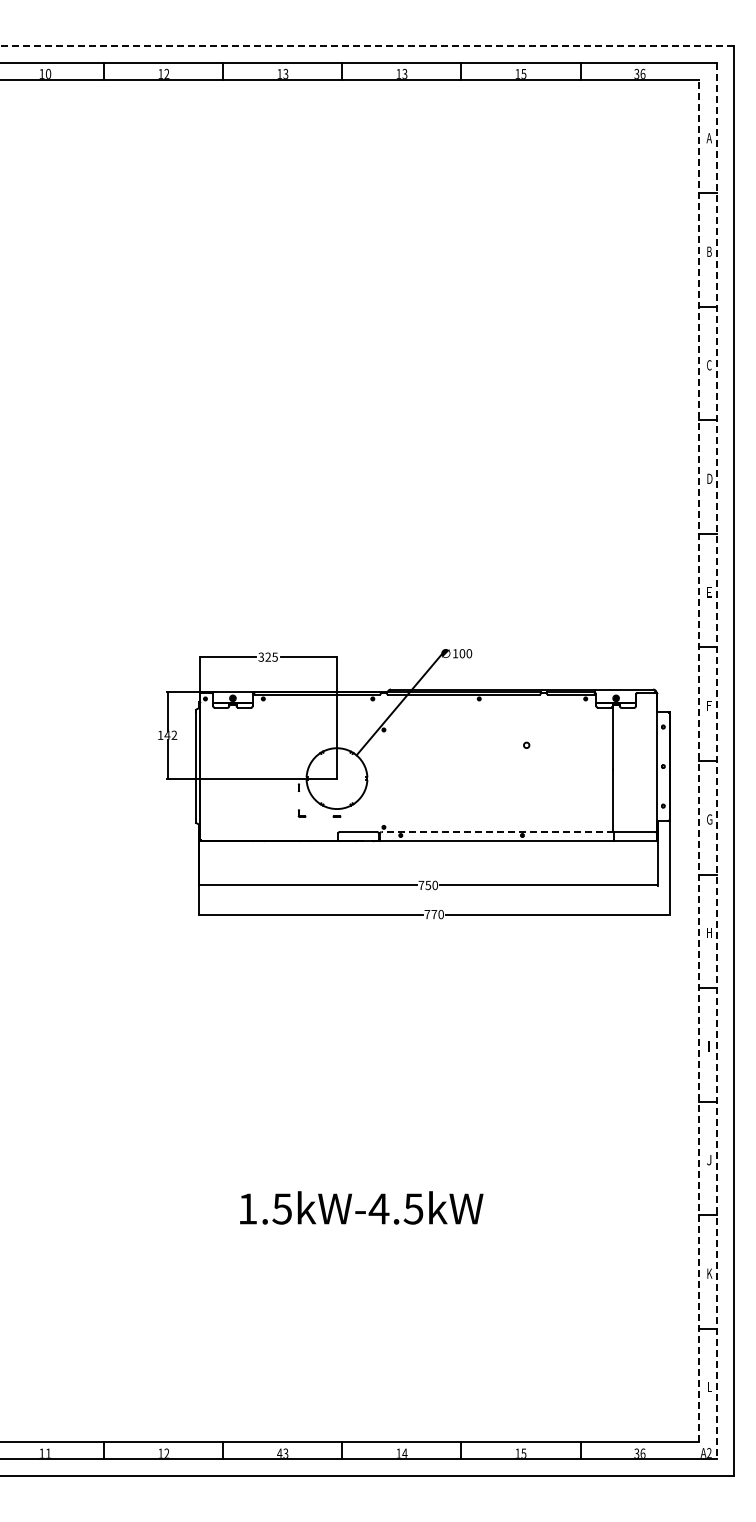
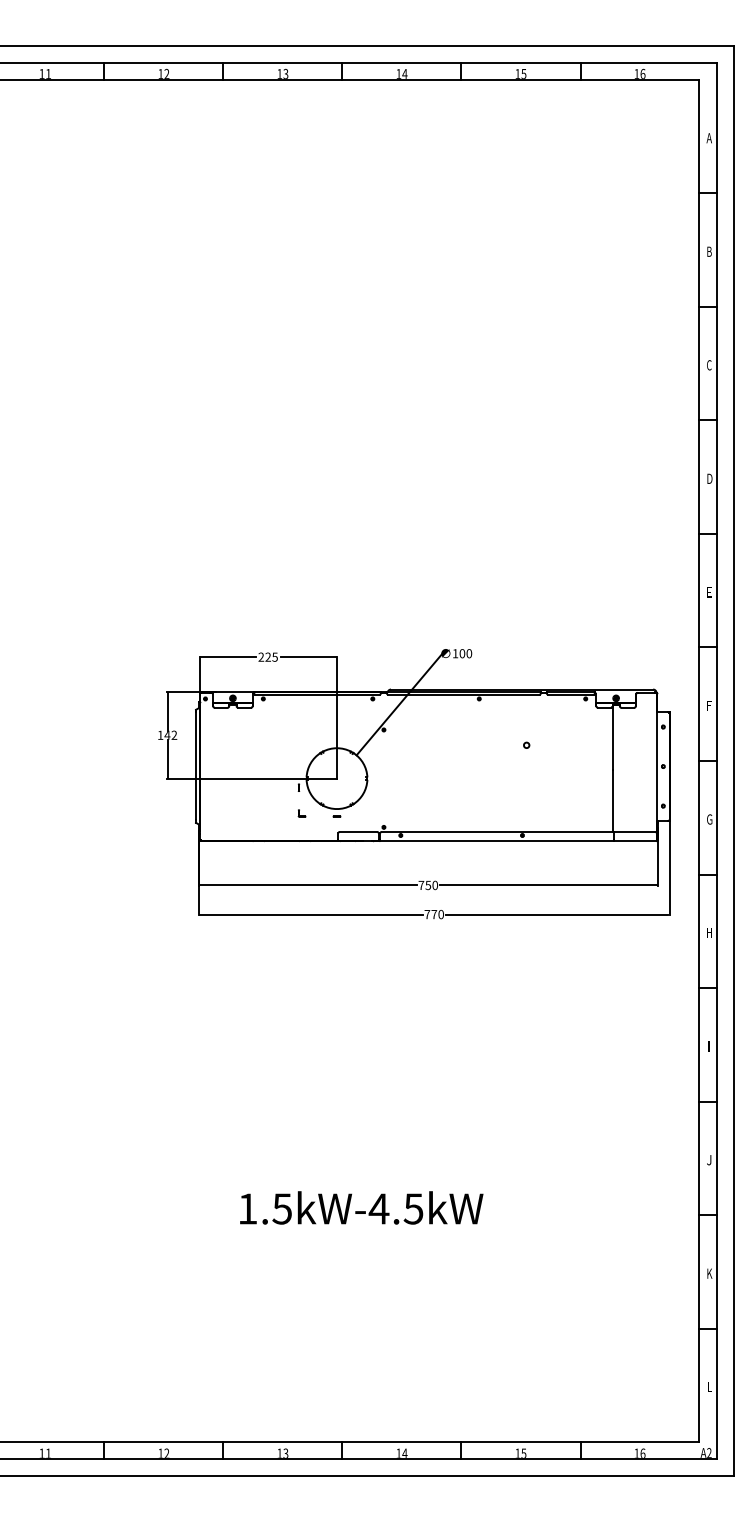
line at (366, 45): dashed -> solid
text at (48, 73): 10 -> 11
text at (404, 73): 13 -> 14
text at (636, 73): 36 -> 16
text at (261, 657): 325 -> 225
line at (699, 760): dashed -> solid
line at (716, 761): dashed -> solid
line at (497, 831): dashed -> solid
text at (279, 1452): 43 -> 13
text at (636, 1452): 36 -> 16
